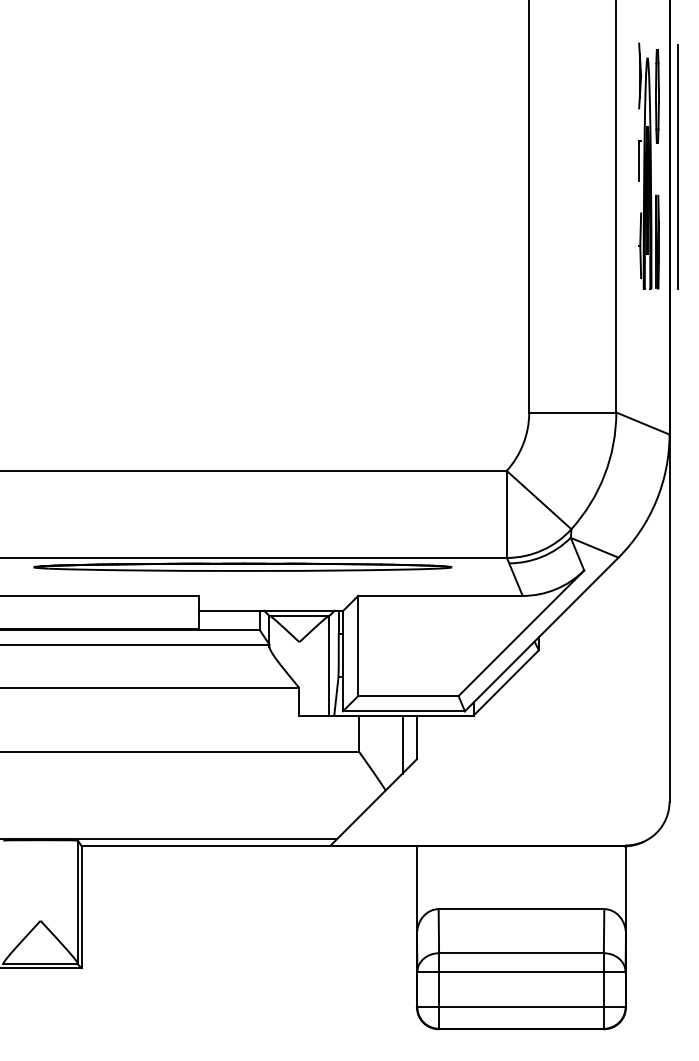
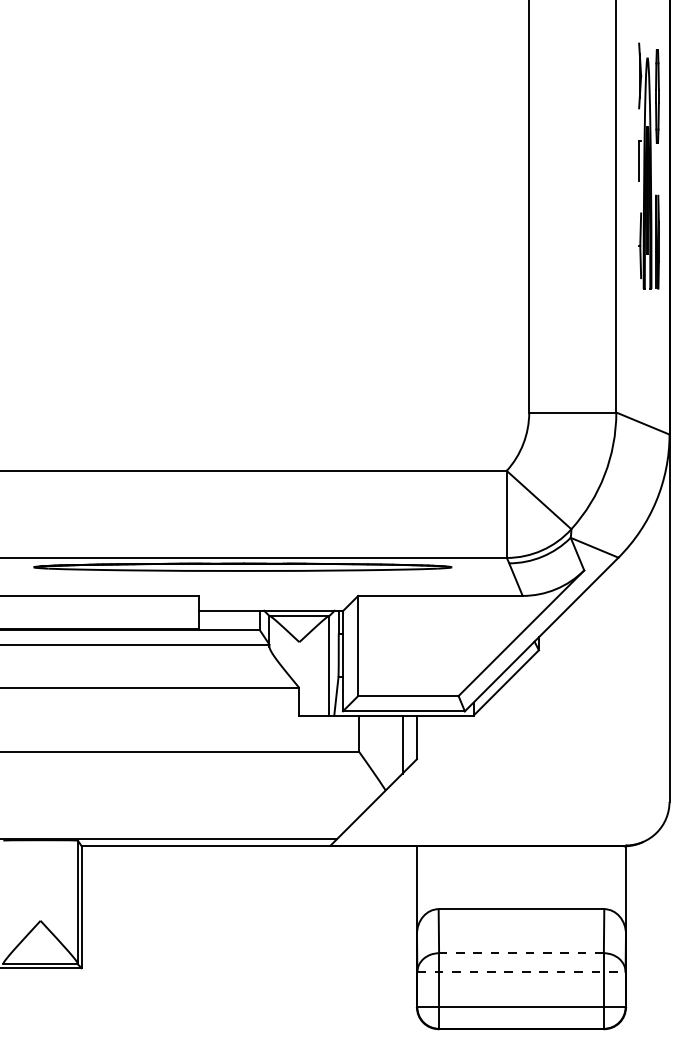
line at (678, 166): present -> none
line at (520, 953): solid -> dashed
line at (521, 972): solid -> dashed
